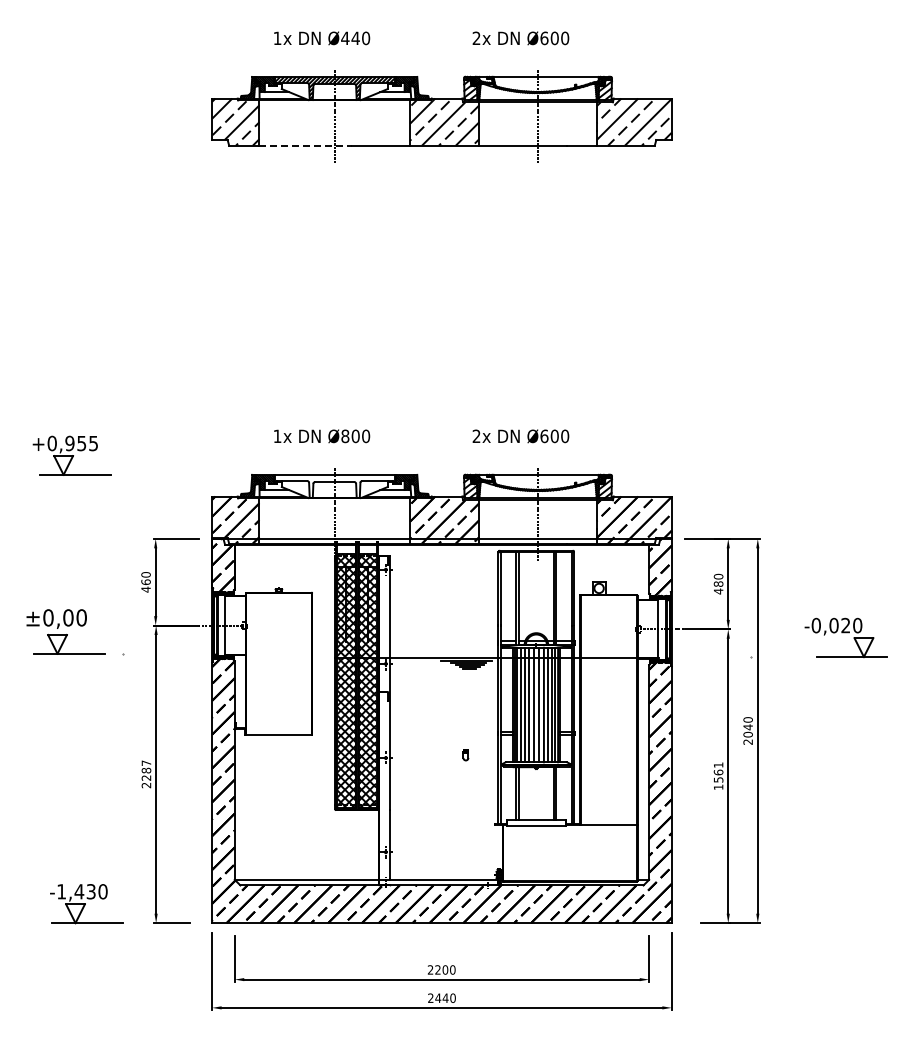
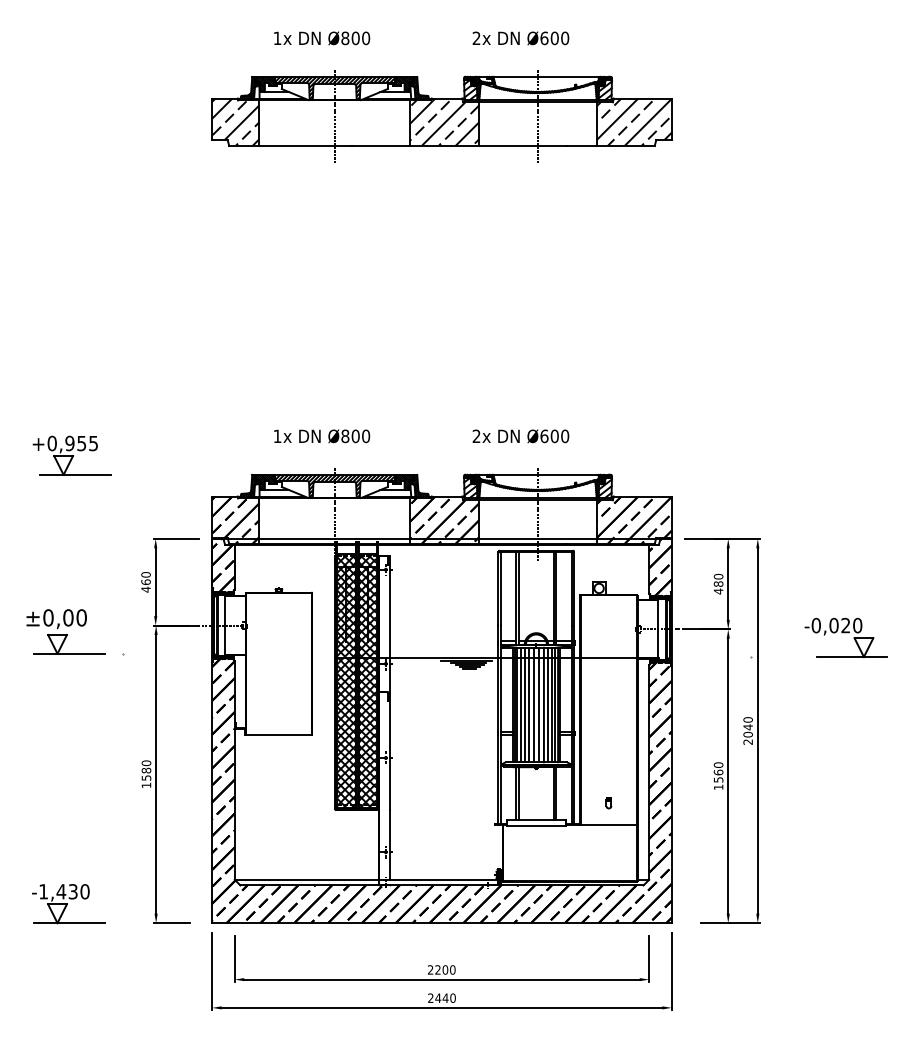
text at (350, 38): Ø440 -> Ø800
line at (306, 145): dashed -> solid
hatch at (334, 486): none -> present
part at (465, 755) position: (465, 755) -> (608, 803)
text at (718, 764): 1561 -> 1560
text at (146, 774): 2287 -> 1580
part at (86, 904) position: (86, 904) -> (68, 904)
